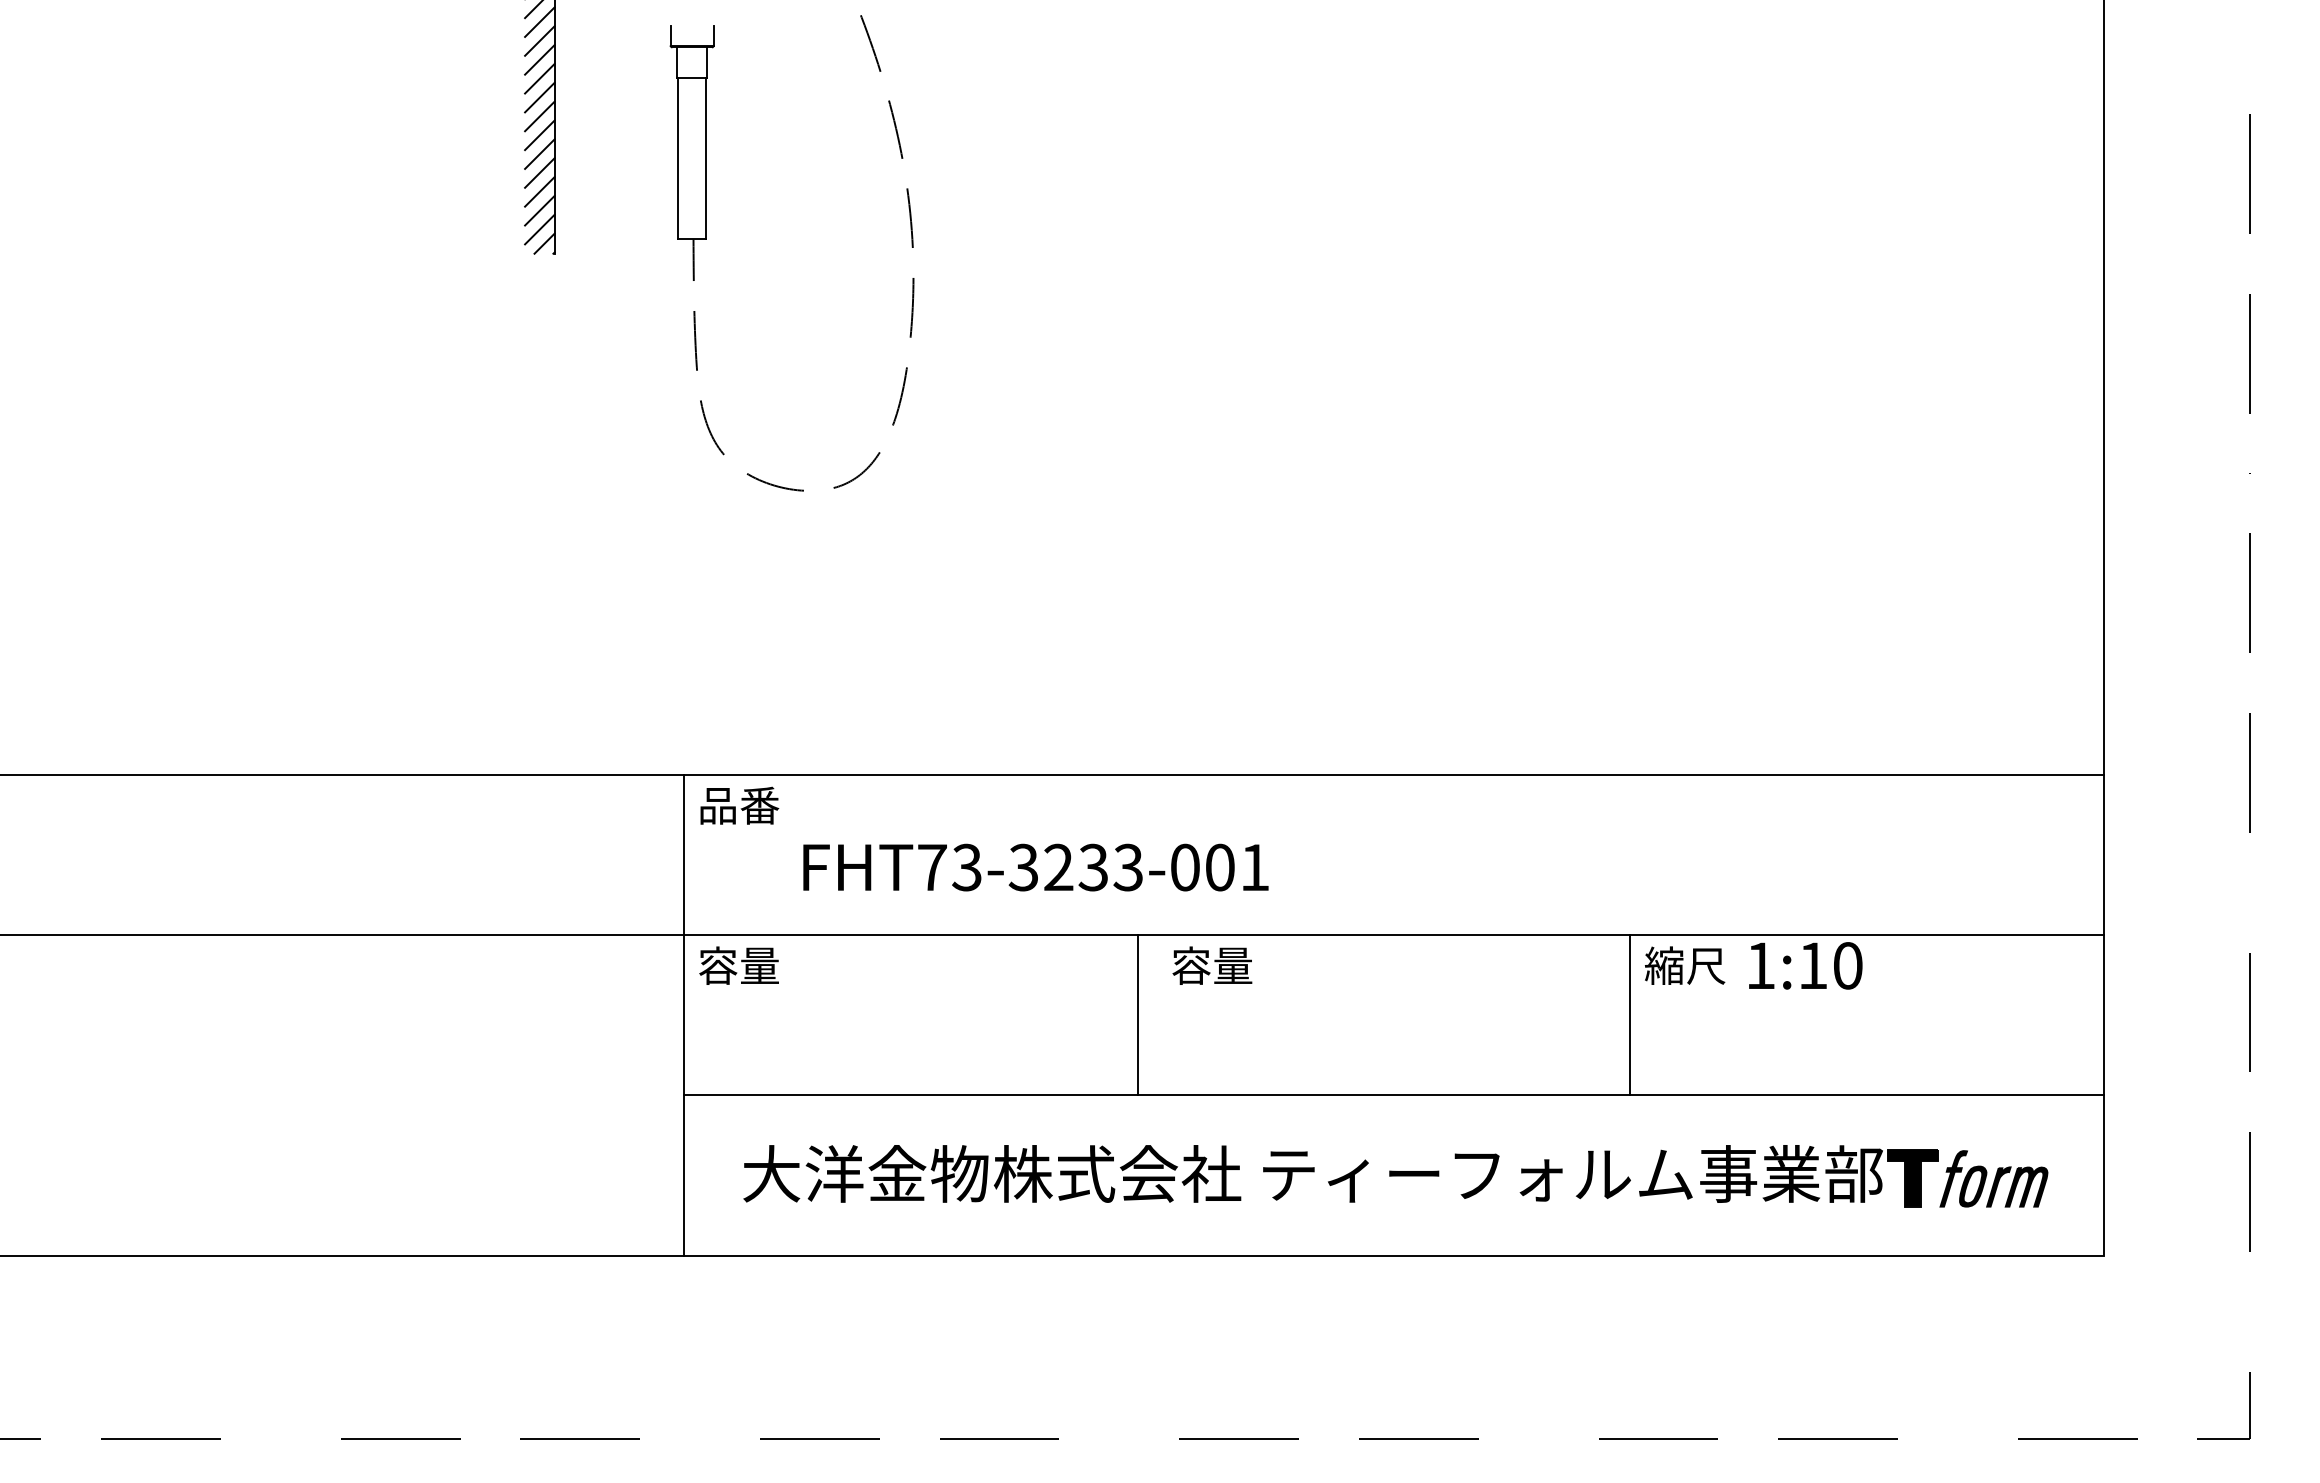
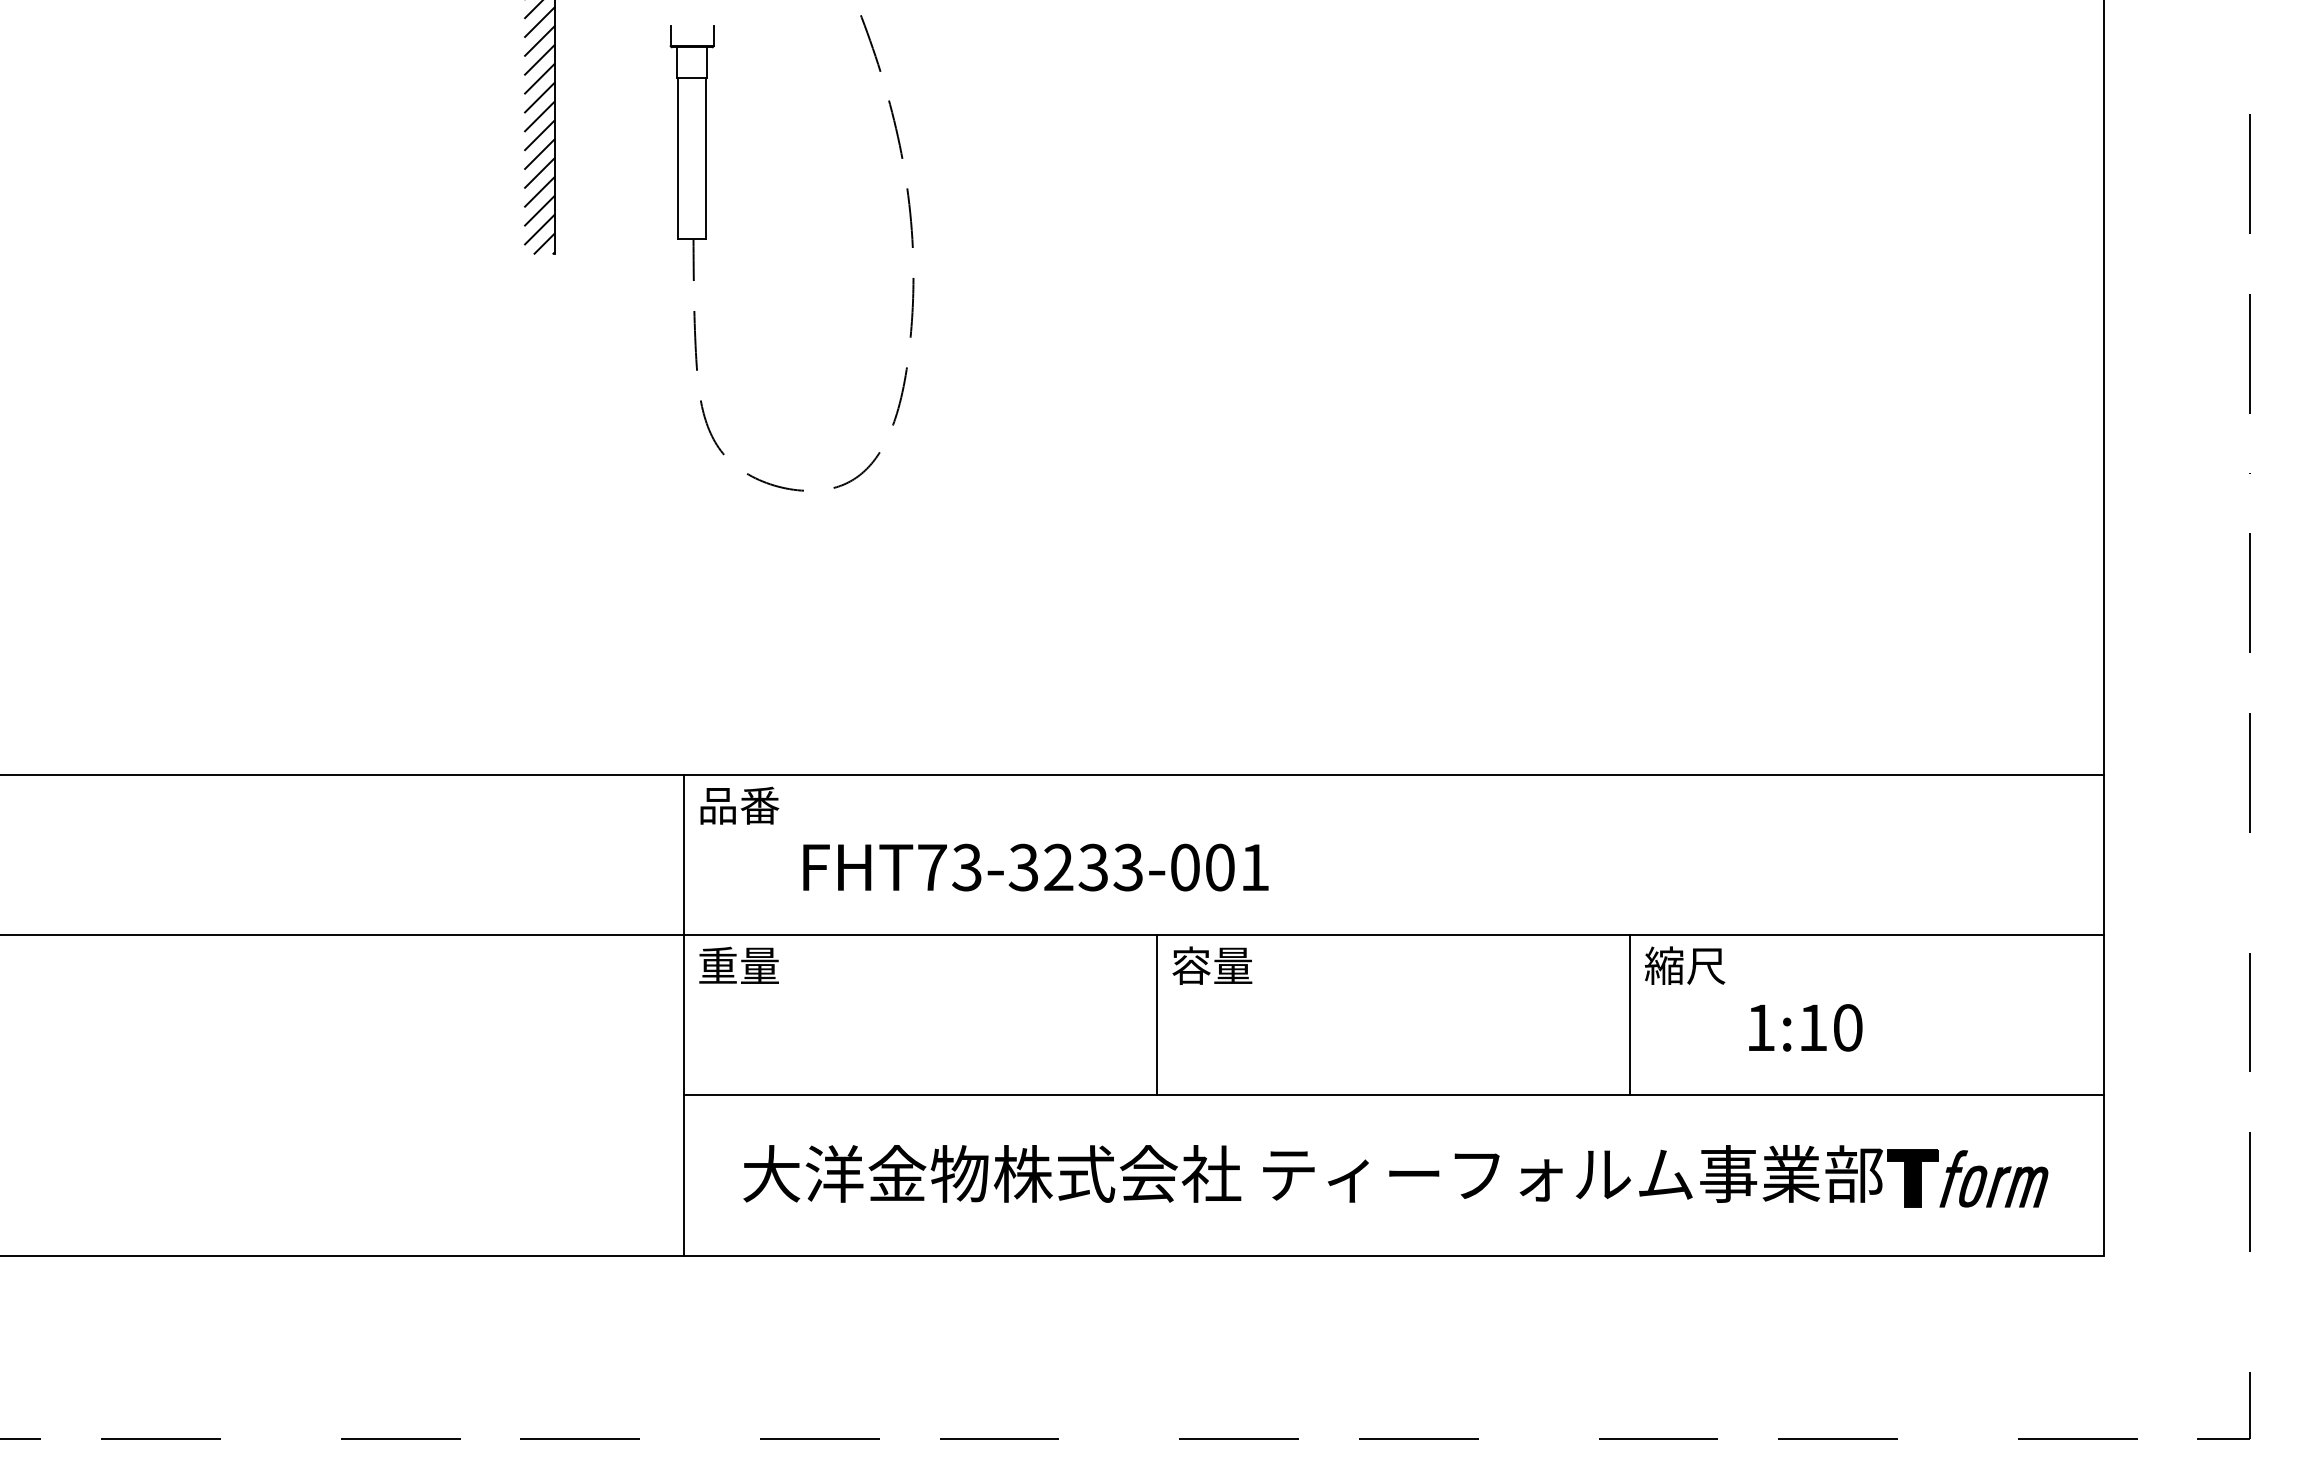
text at (718, 965): 容量 -> 重量
text at (1805, 965) position: (1805, 965) -> (1805, 1027)
line at (1138, 1015) position: (1138, 1015) -> (1157, 1015)
